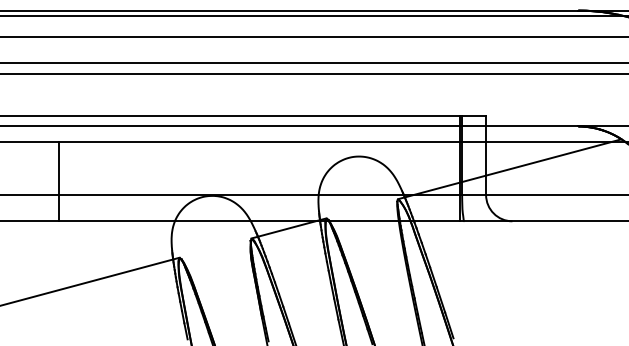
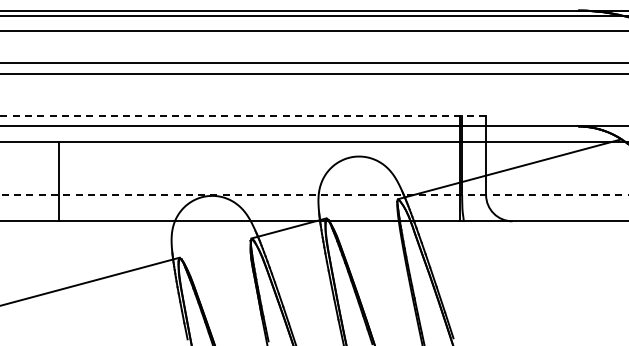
line at (313, 36) position: (313, 36) -> (313, 30)
line at (243, 115): solid -> dashed
line at (314, 194): solid -> dashed
